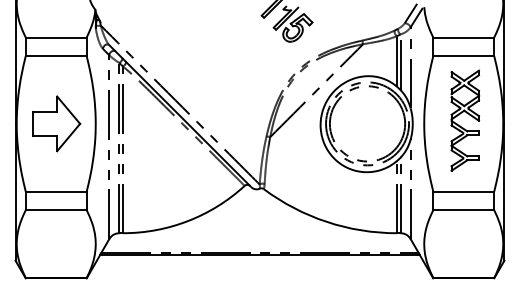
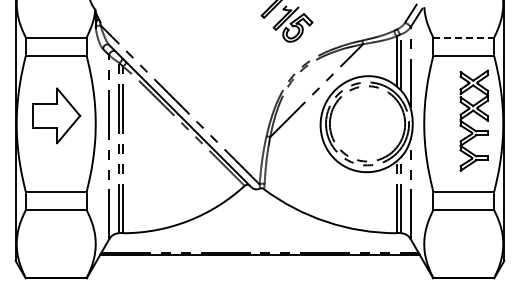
line at (464, 37): solid -> dashed
part at (467, 114) position: (467, 114) -> (476, 114)
part at (56, 123) position: (56, 123) -> (56, 115)
